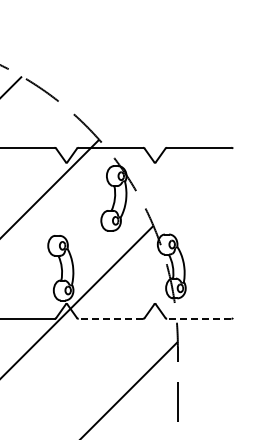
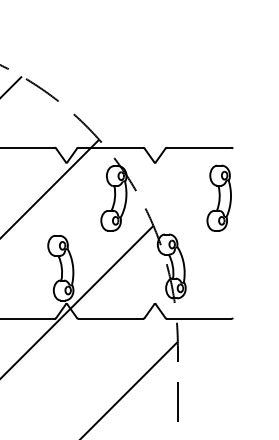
part at (218, 197): none -> present
line at (110, 318): dashed -> solid
line at (198, 318): dashed -> solid
